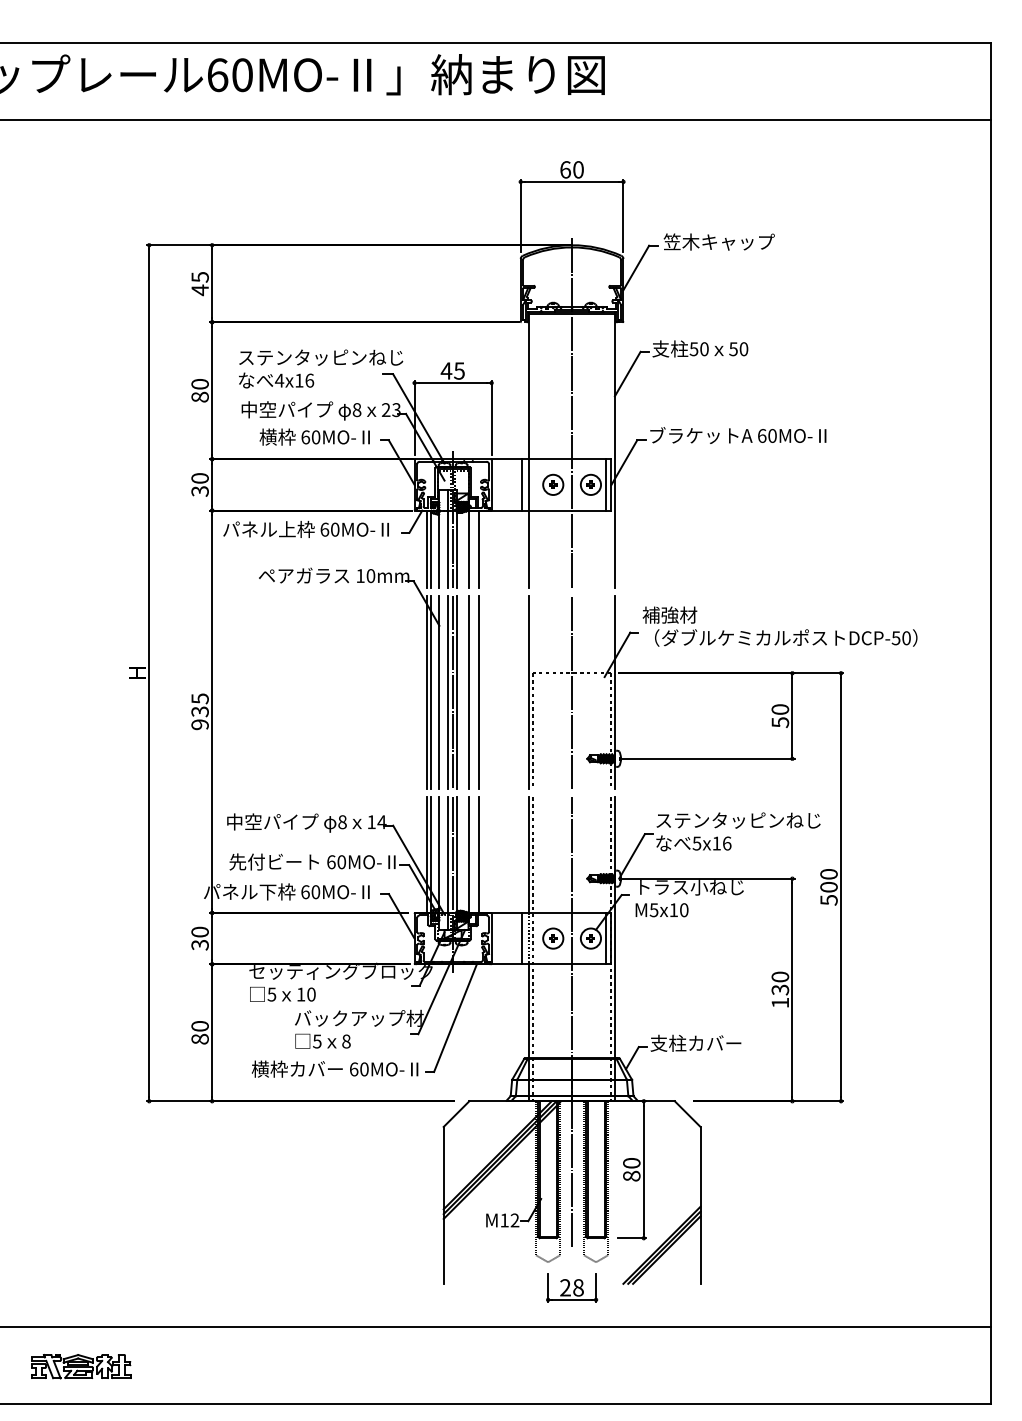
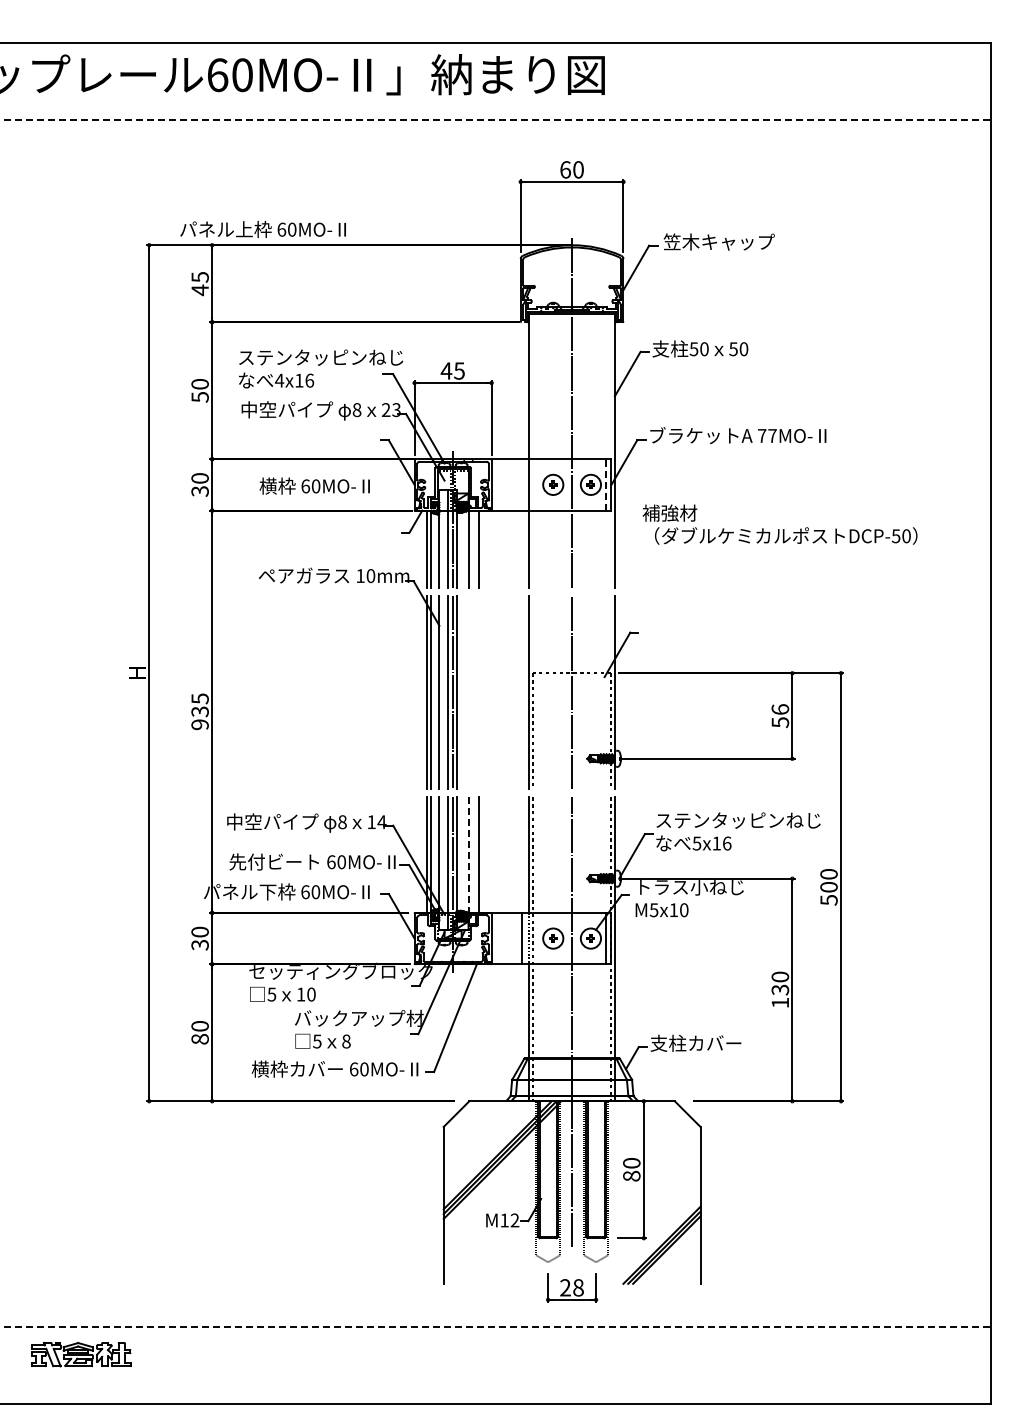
line at (496, 119): solid -> dashed
text at (199, 396): 80 -> 50
text at (767, 435): 60MO- -> 77MO-
text at (314, 436) position: (314, 436) -> (314, 485)
line at (521, 484): present -> none
line at (606, 484): solid -> dashed
text at (305, 529) position: (305, 529) -> (262, 229)
text at (779, 626) position: (779, 626) -> (779, 524)
line at (469, 692): present -> none
line at (478, 692): present -> none
text at (780, 709): 50 -> 56
line at (469, 855): solid -> dashed
line at (496, 1326): solid -> dashed
part at (81, 1366) position: (81, 1366) -> (81, 1354)
